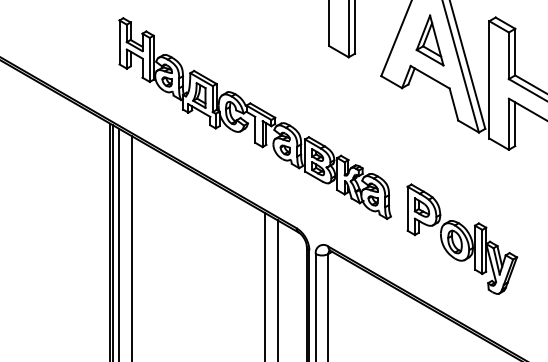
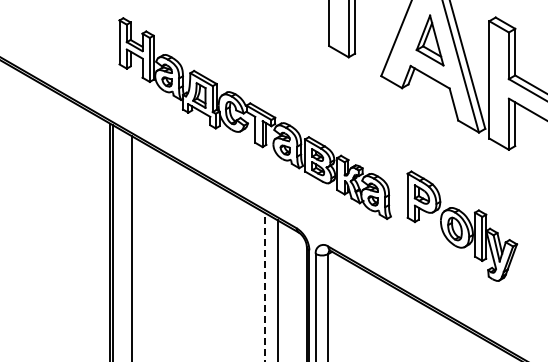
part at (462, 238) position: (462, 238) -> (462, 225)
line at (118, 243): present -> none
line at (264, 286): solid -> dashed
